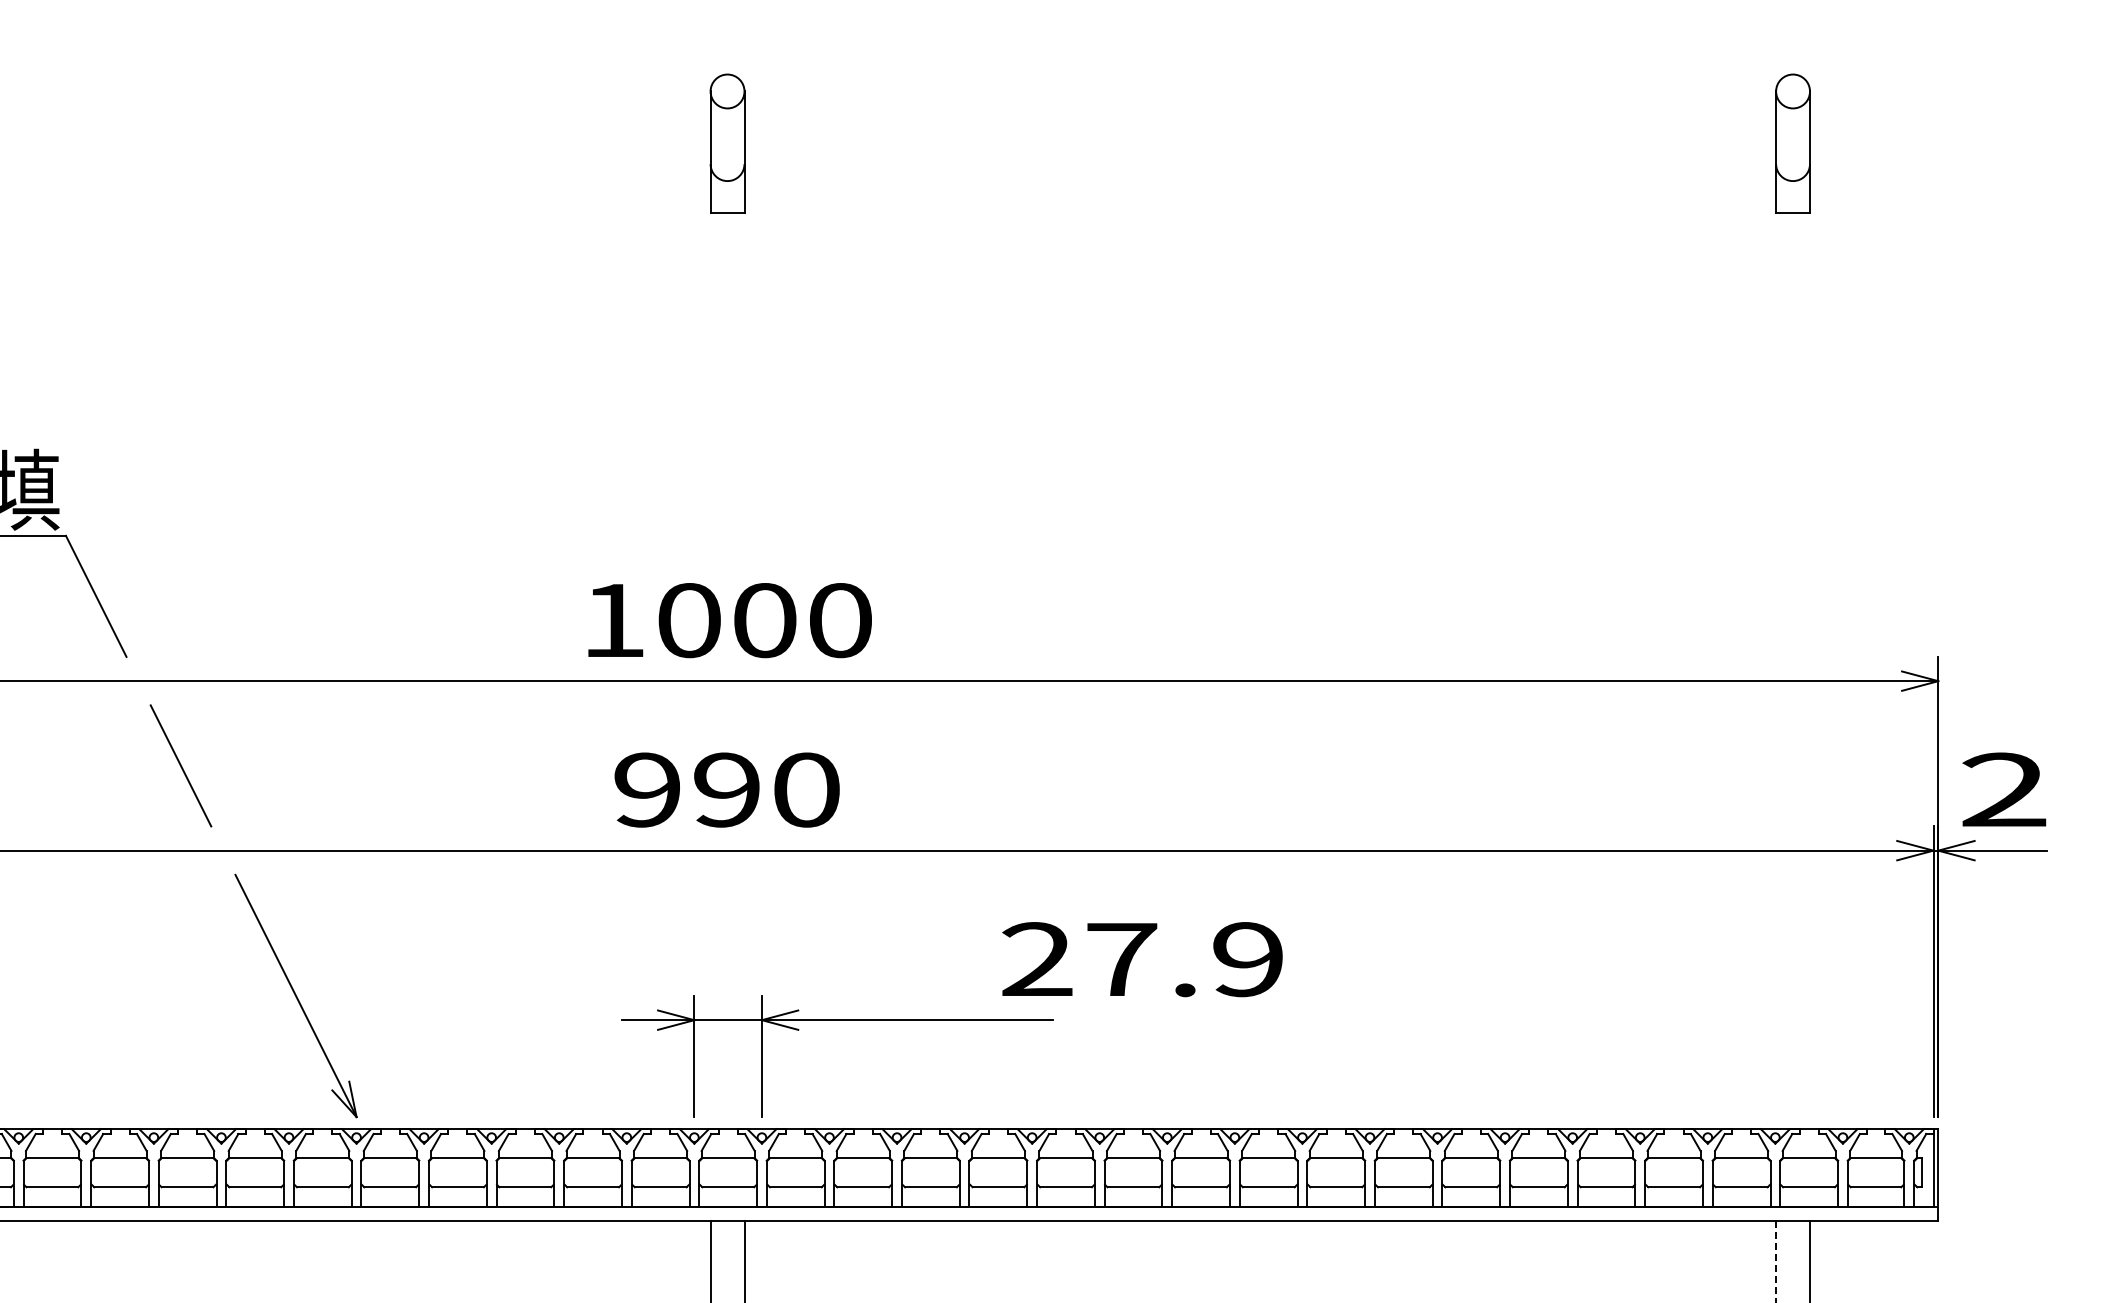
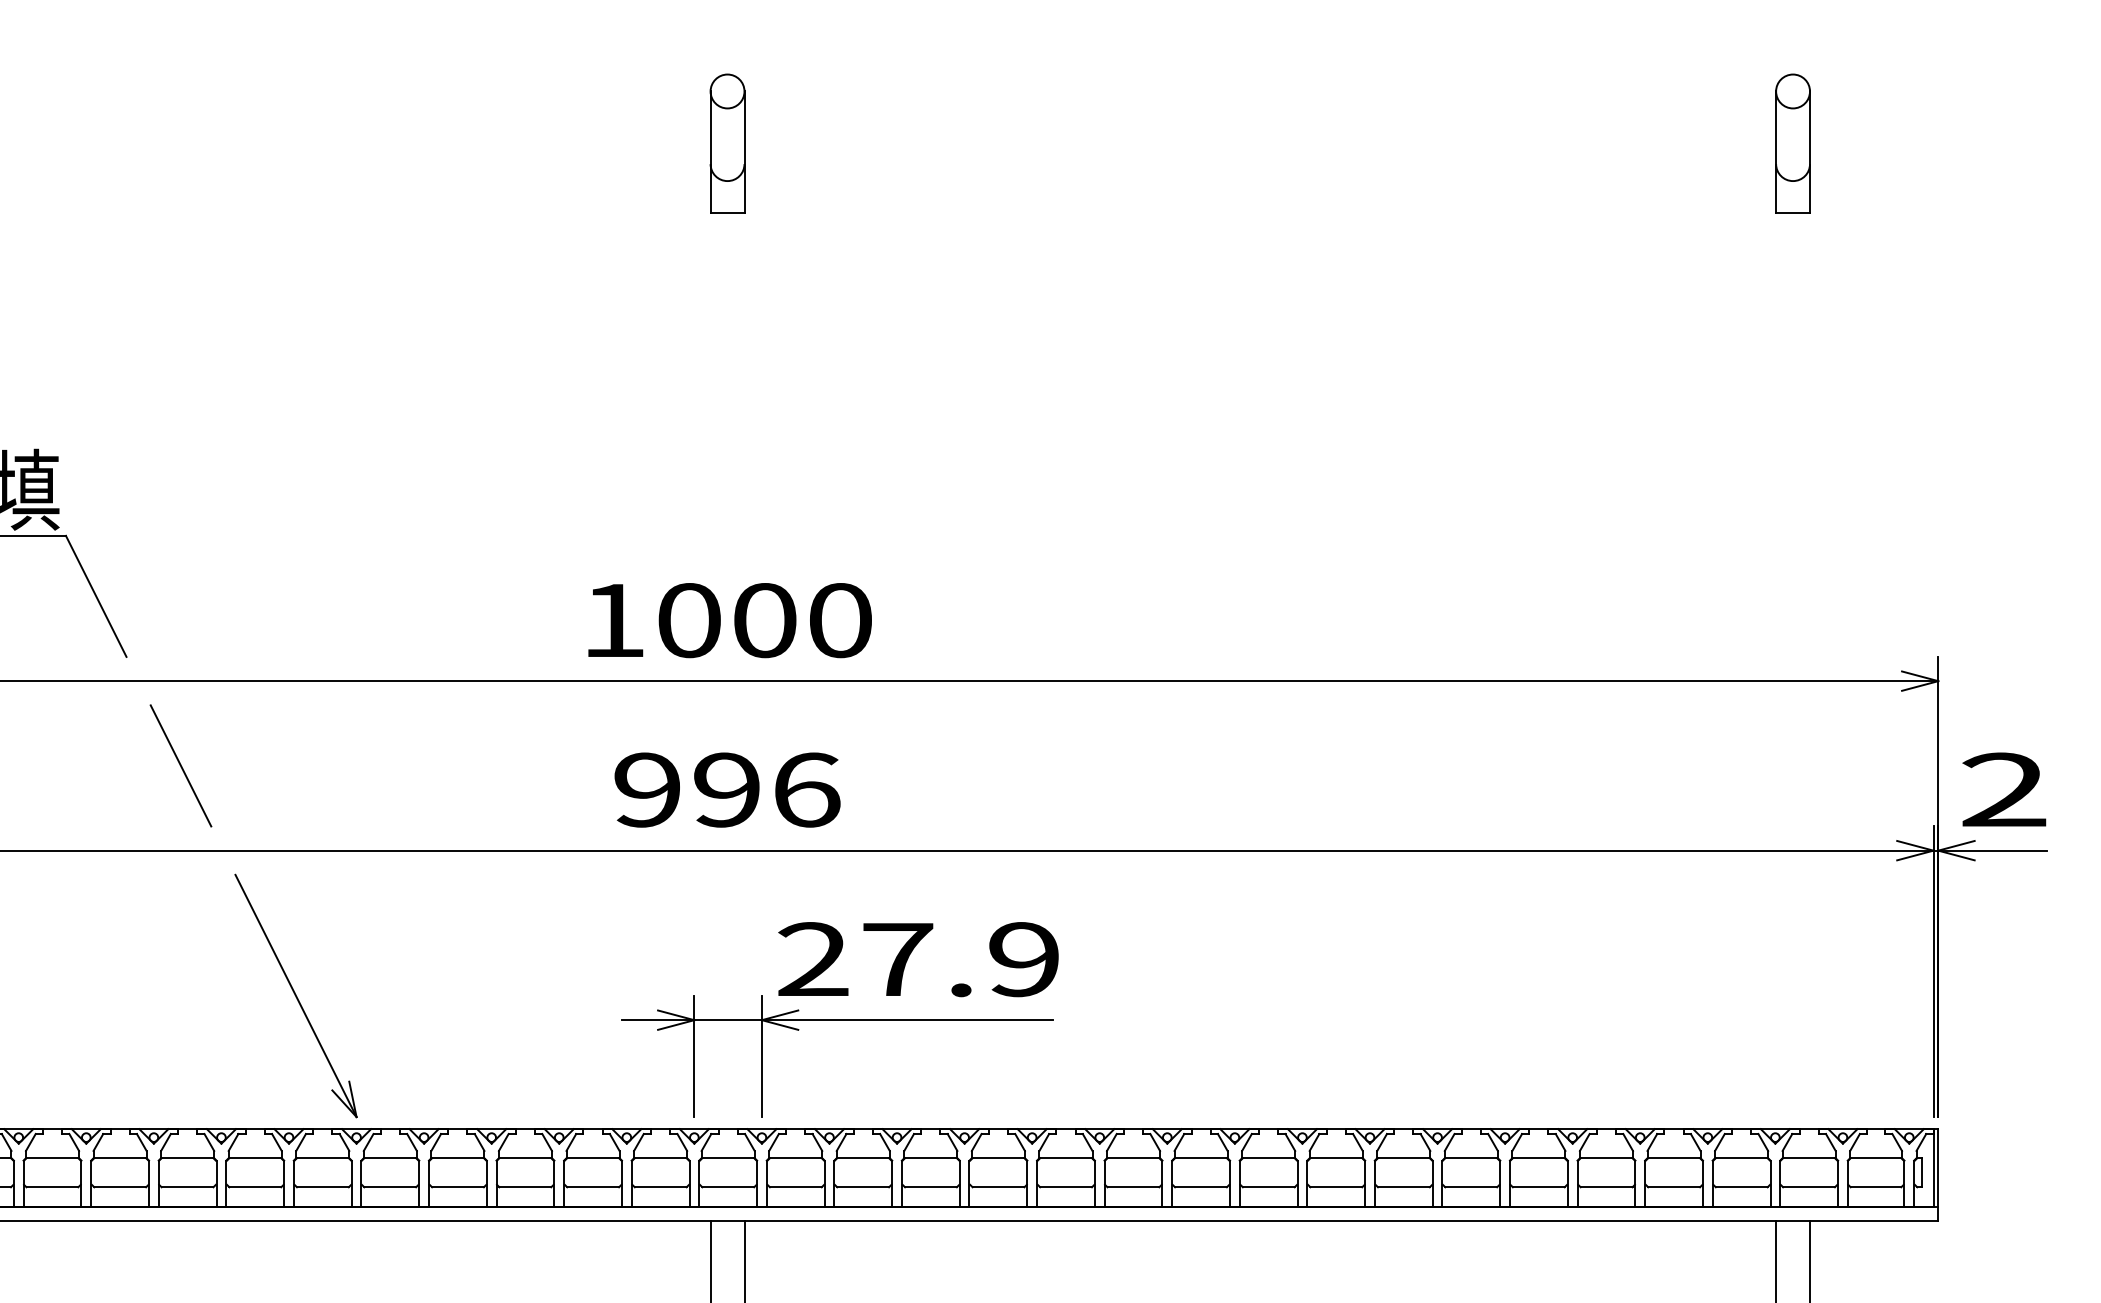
text at (807, 789): 990 -> 996
text at (1142, 959) position: (1142, 959) -> (918, 959)
line at (1776, 1262): dashed -> solid
